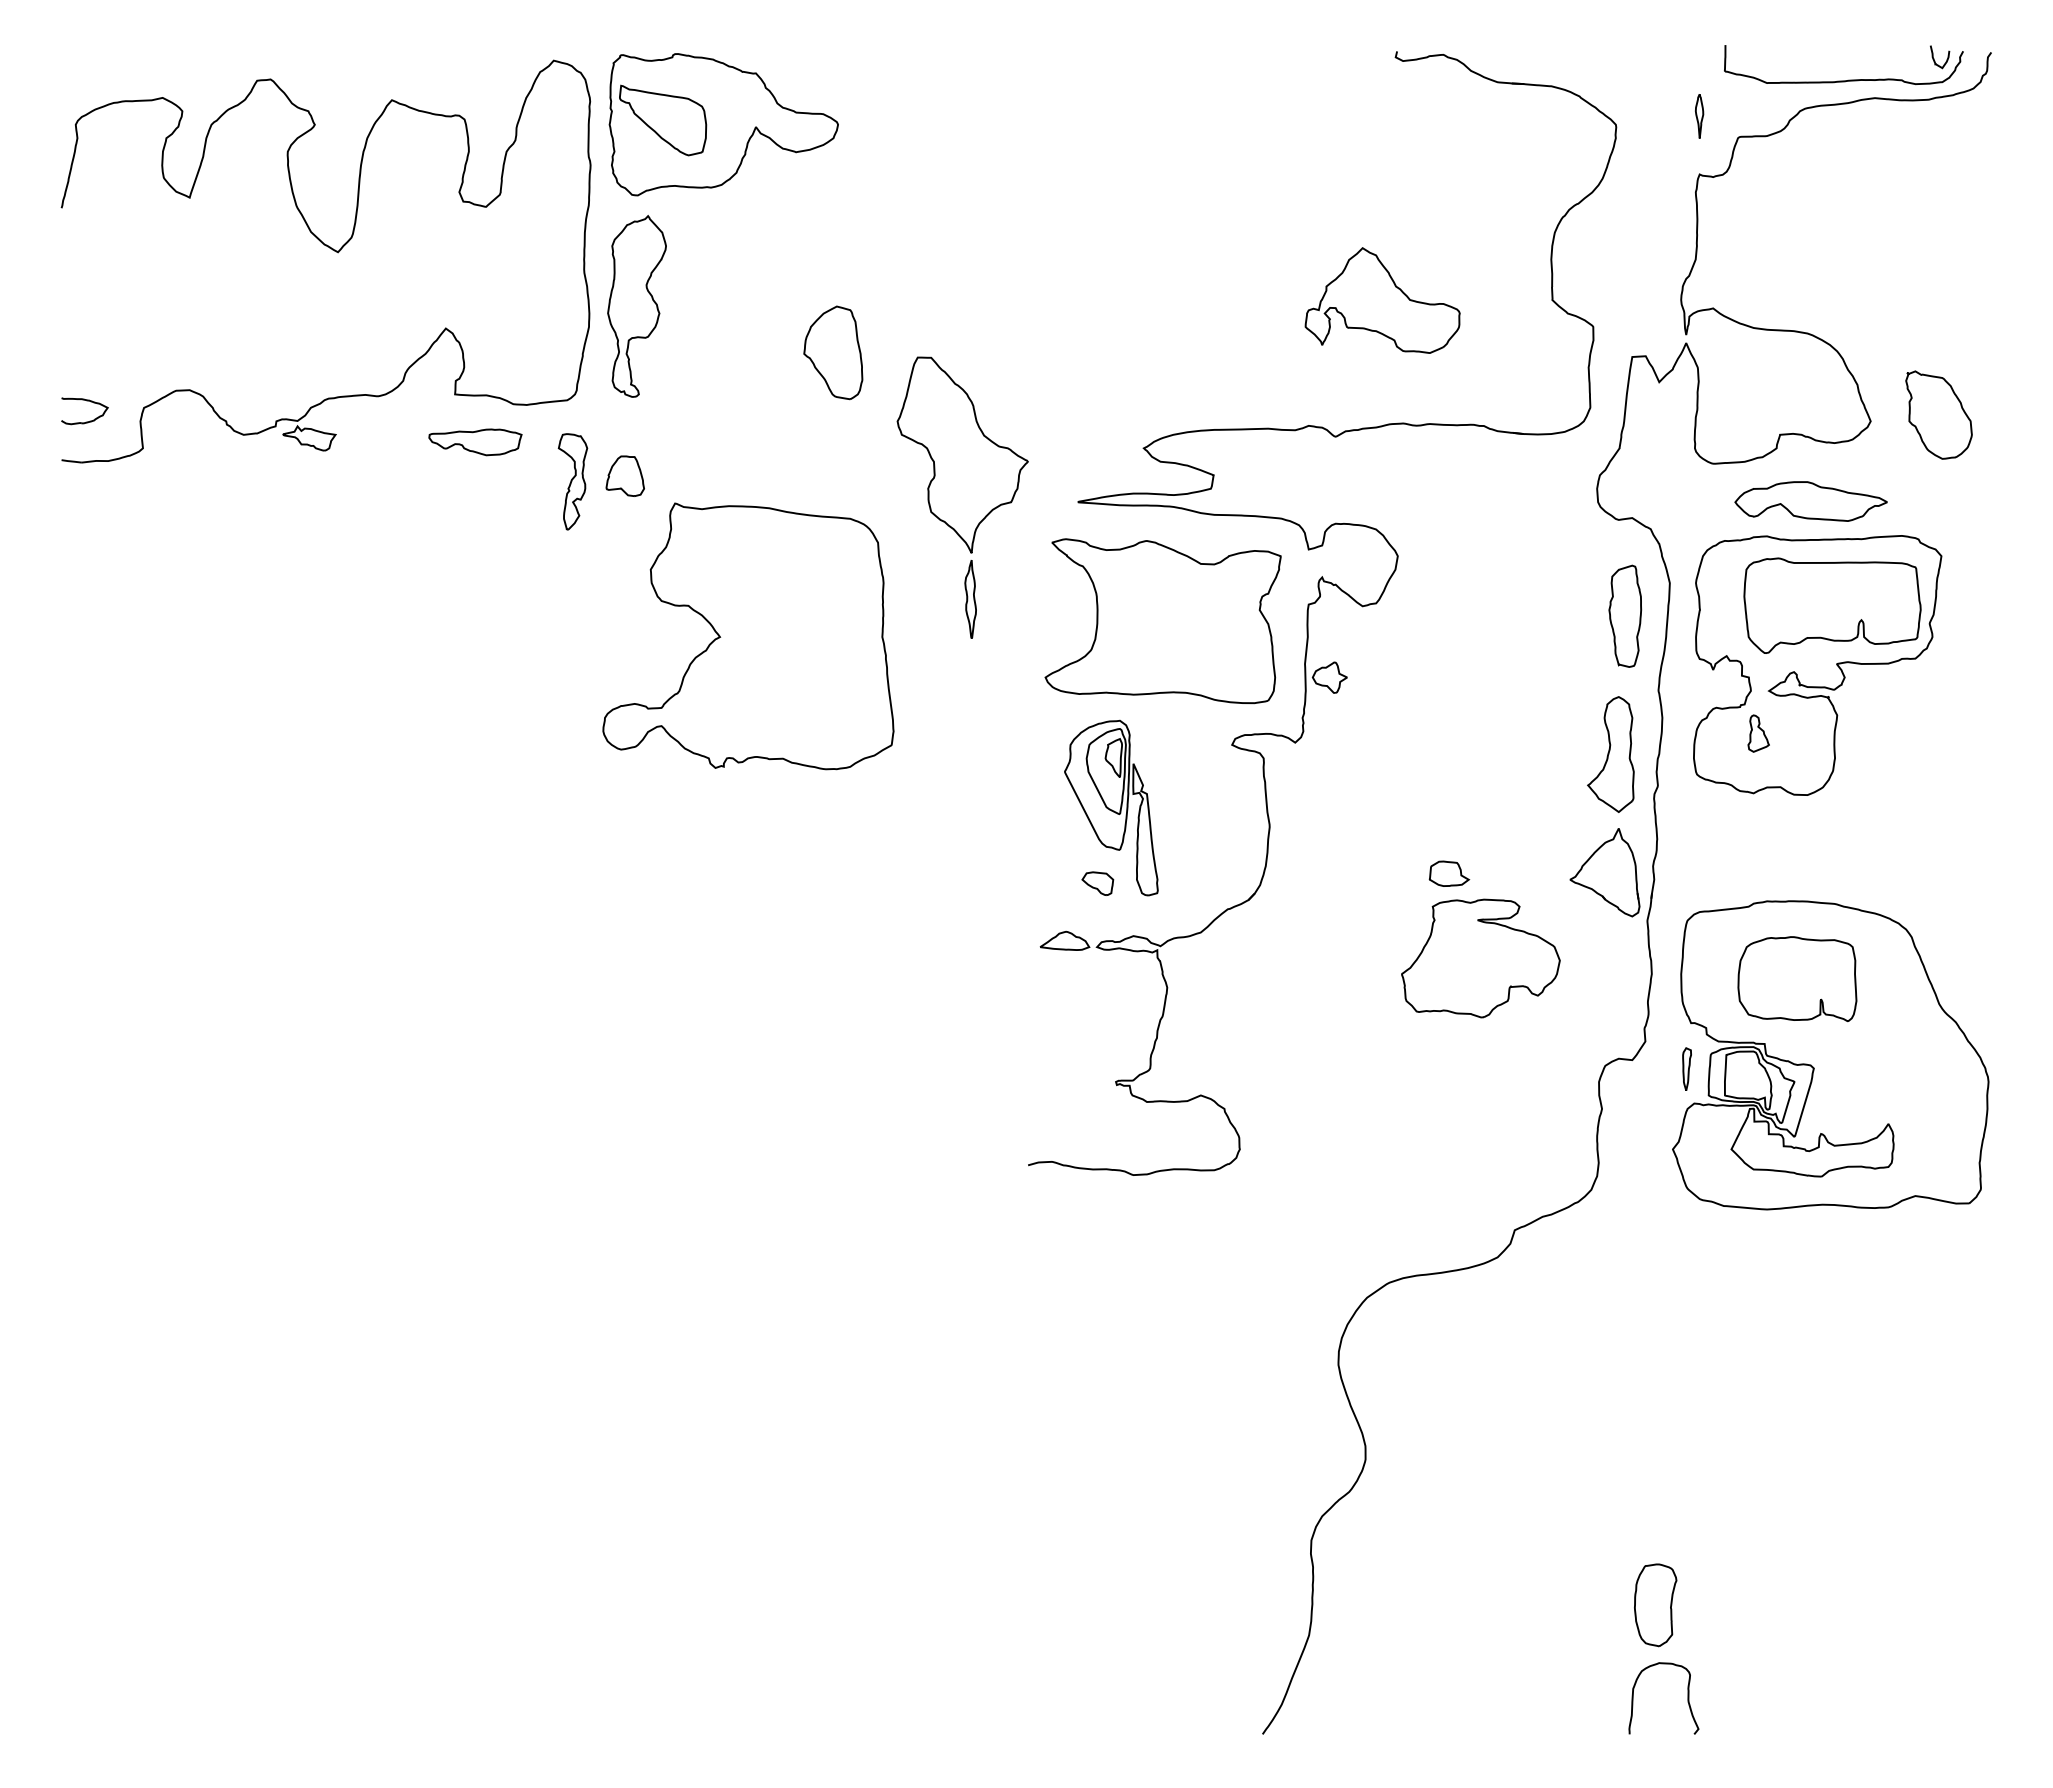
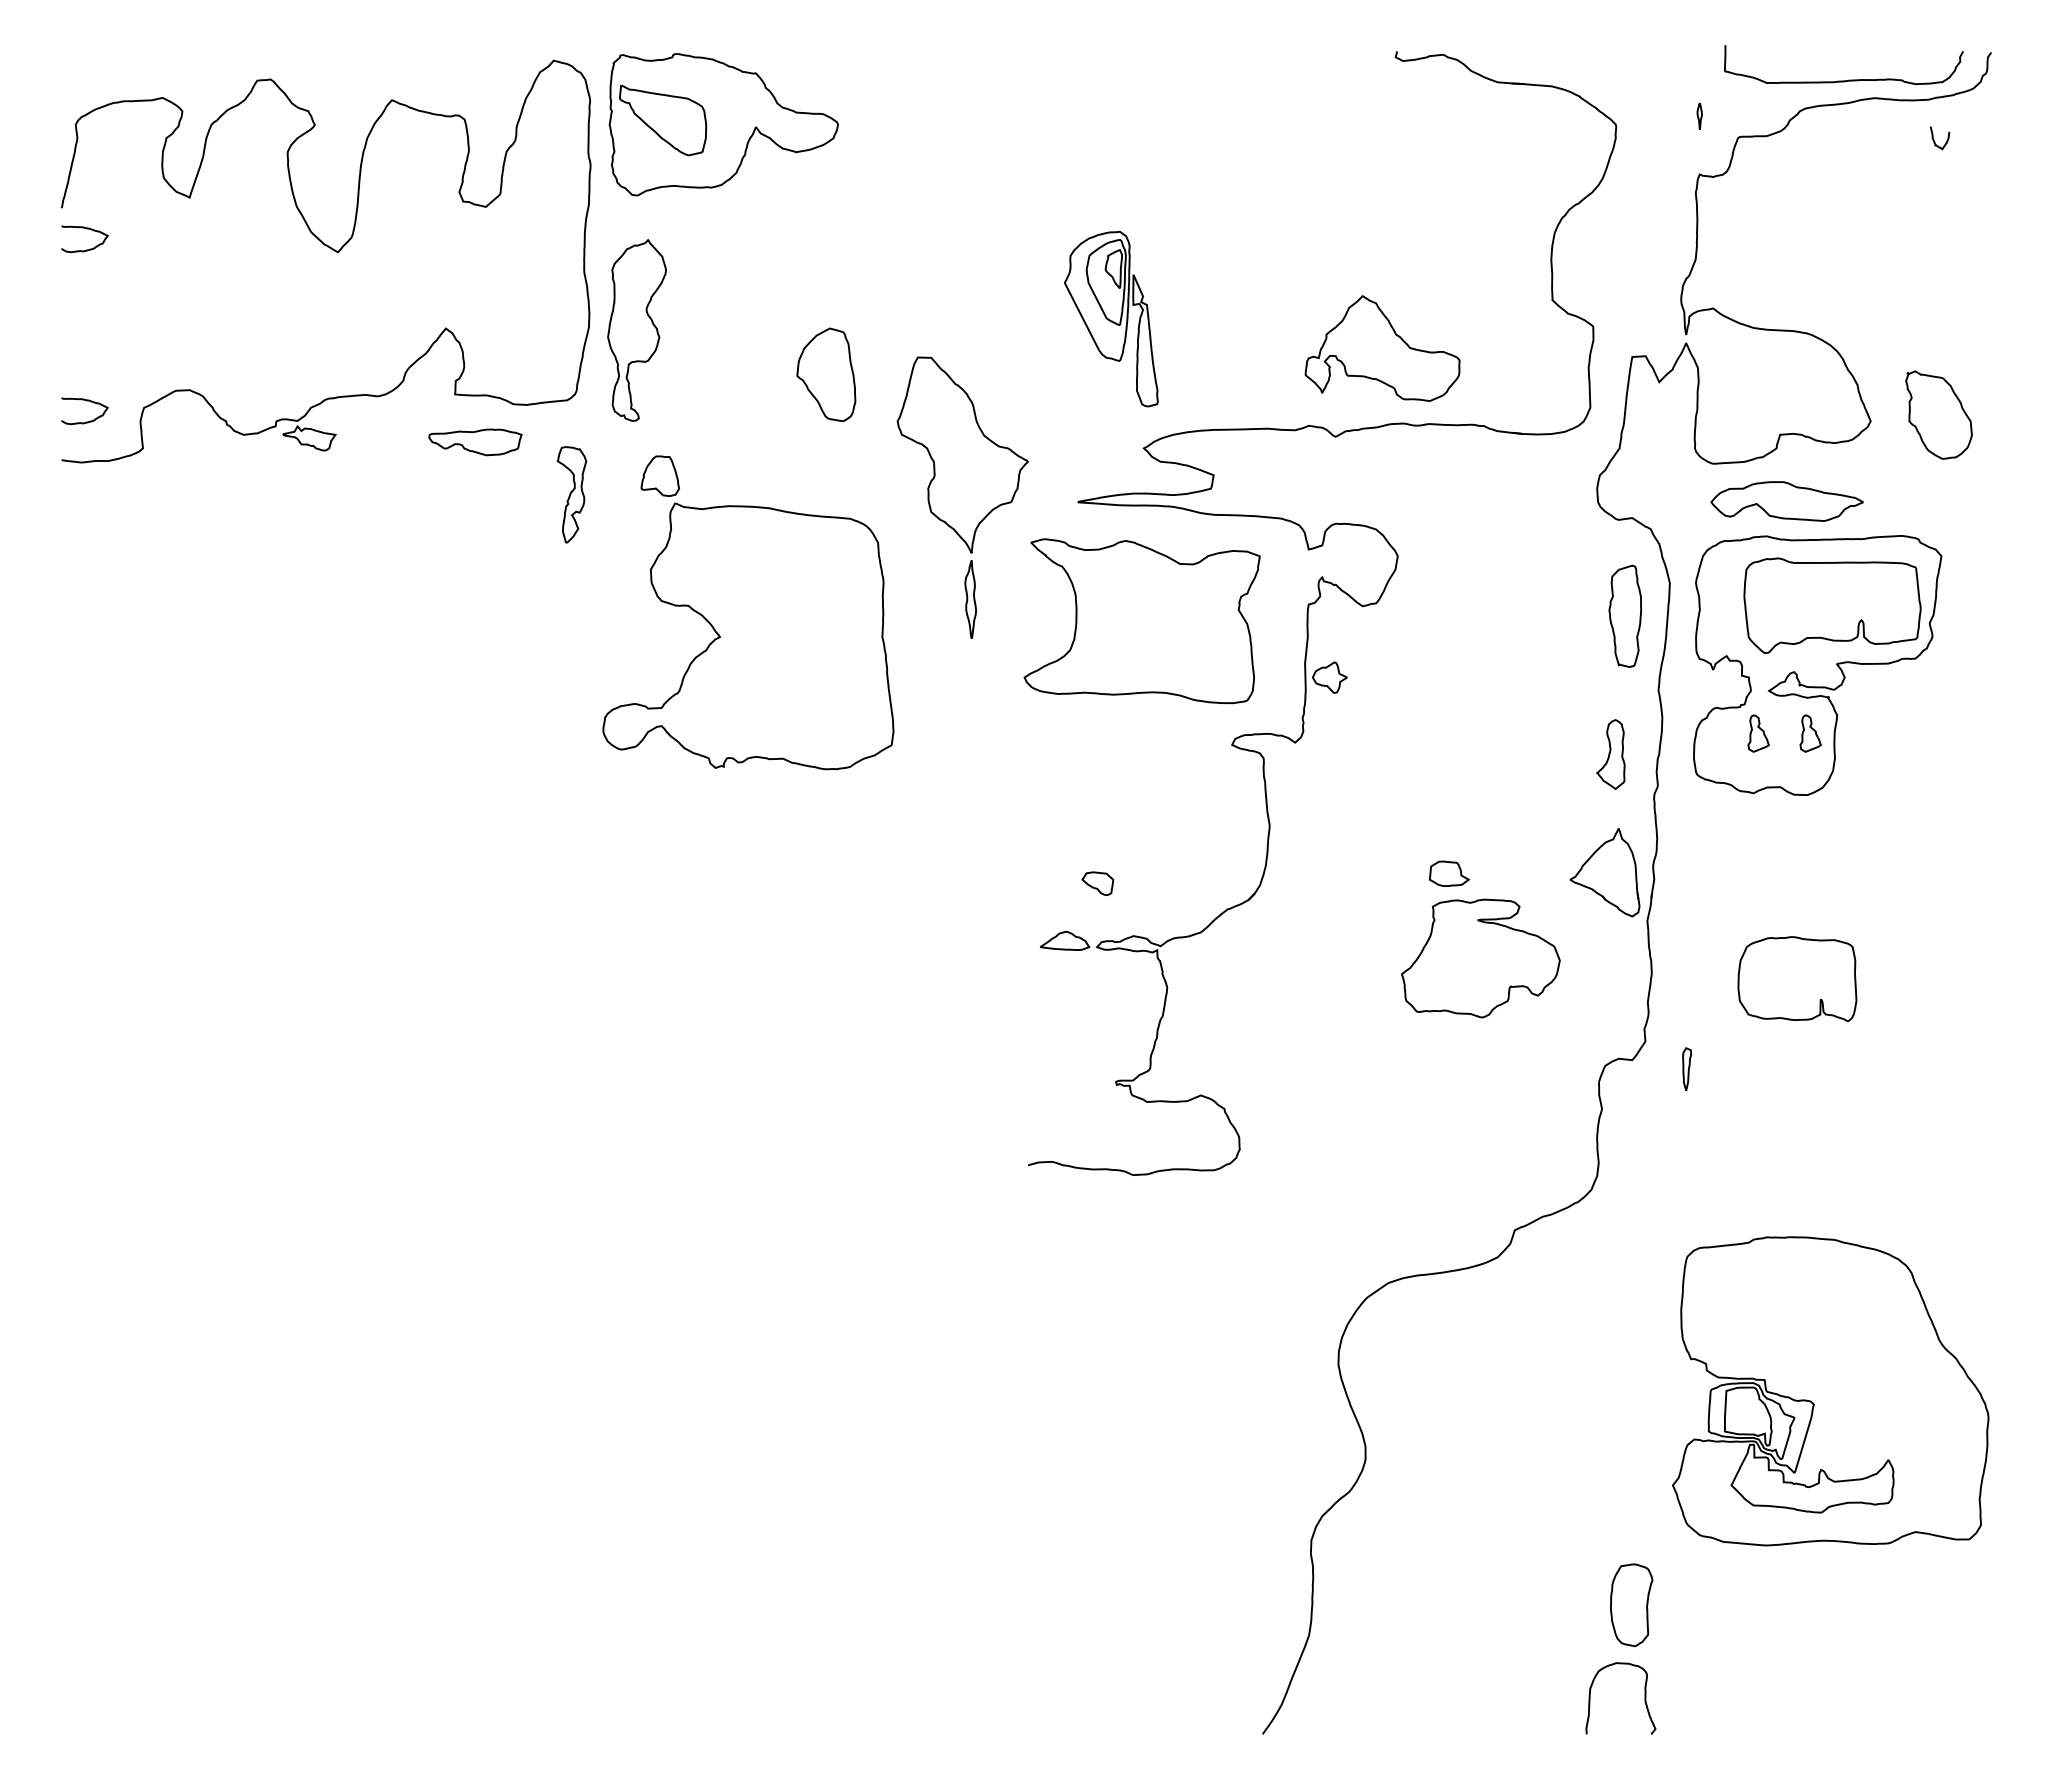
curve at (1934, 58) position: (1934, 58) -> (1934, 139)
part at (1699, 116) size: 10x45 px -> 7x28 px
part at (86, 229): none -> present
part at (1382, 300) position: (1382, 300) -> (1382, 348)
part at (636, 306) position: (636, 306) -> (636, 330)
part at (833, 352) position: (833, 352) -> (826, 374)
part at (624, 475) position: (624, 475) -> (659, 475)
part at (572, 481) position: (572, 481) -> (571, 494)
part at (1810, 501) position: (1810, 501) -> (1786, 501)
part at (1162, 621) position: (1162, 621) -> (1141, 621)
part at (1810, 733): none -> present
part at (1610, 754) size: 48x117 px -> 30x71 px
part at (1111, 807) position: (1111, 807) -> (1111, 318)
part at (1830, 1055) position: (1830, 1055) -> (1830, 1391)
part at (1655, 1605) position: (1655, 1605) -> (1631, 1605)
curve at (1687, 1698) position: (1687, 1698) -> (1644, 1698)
